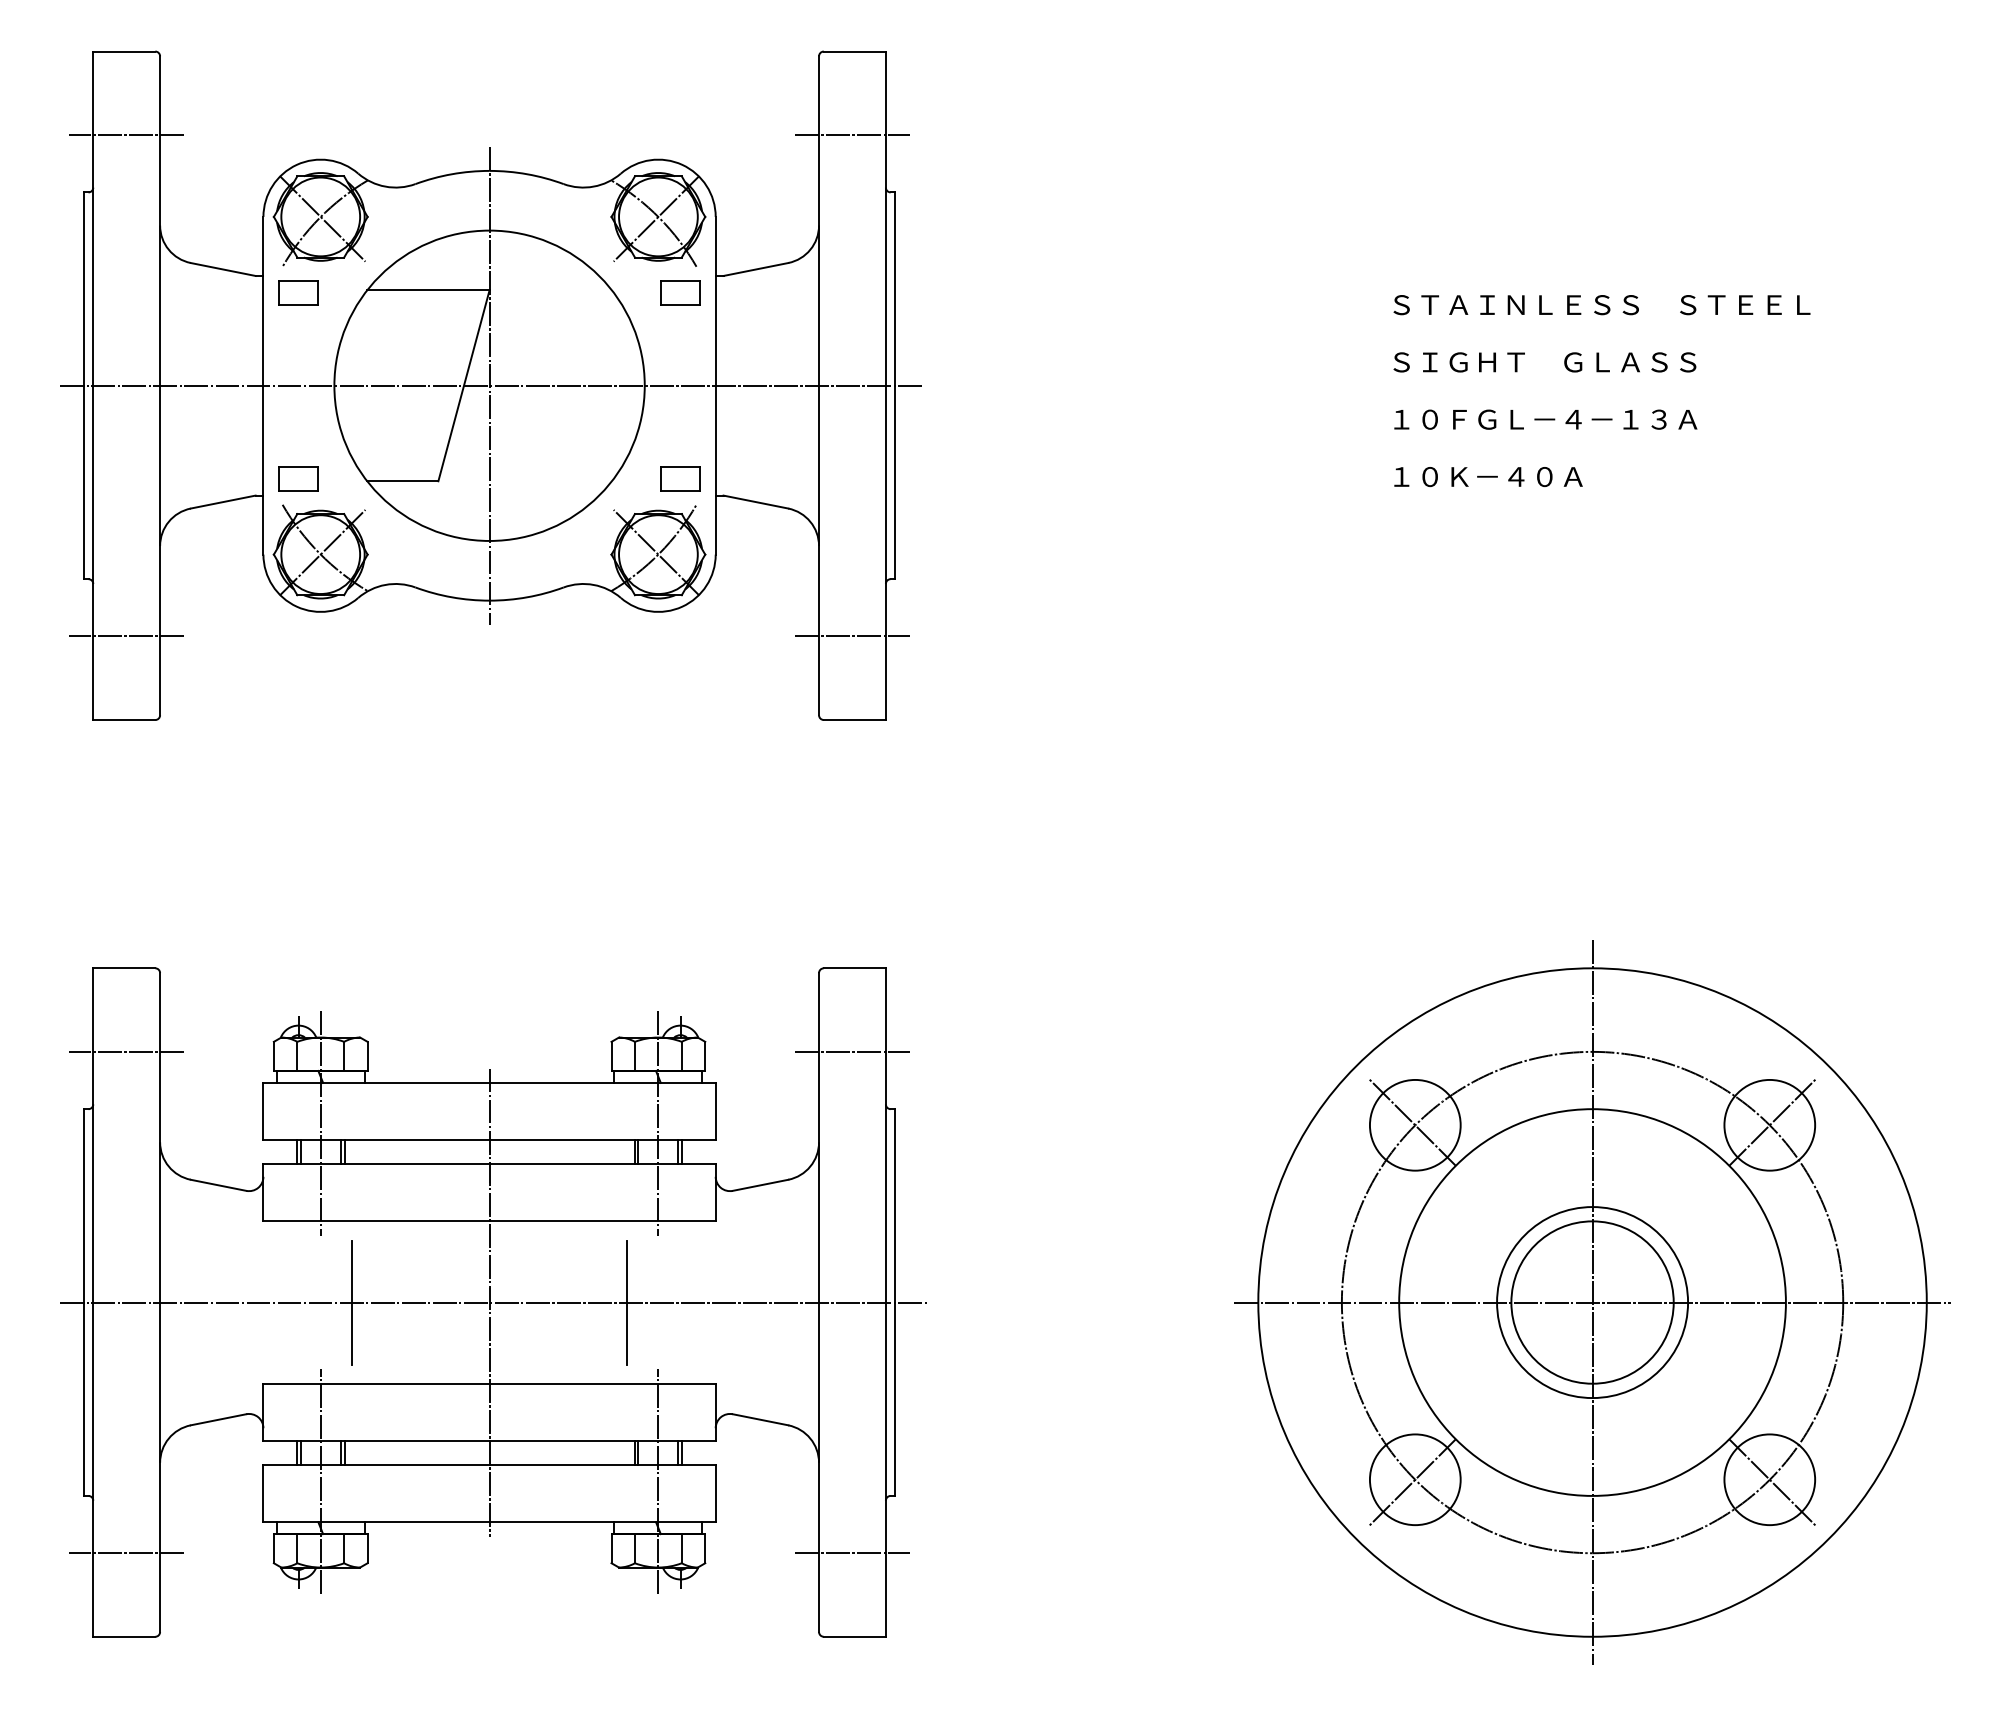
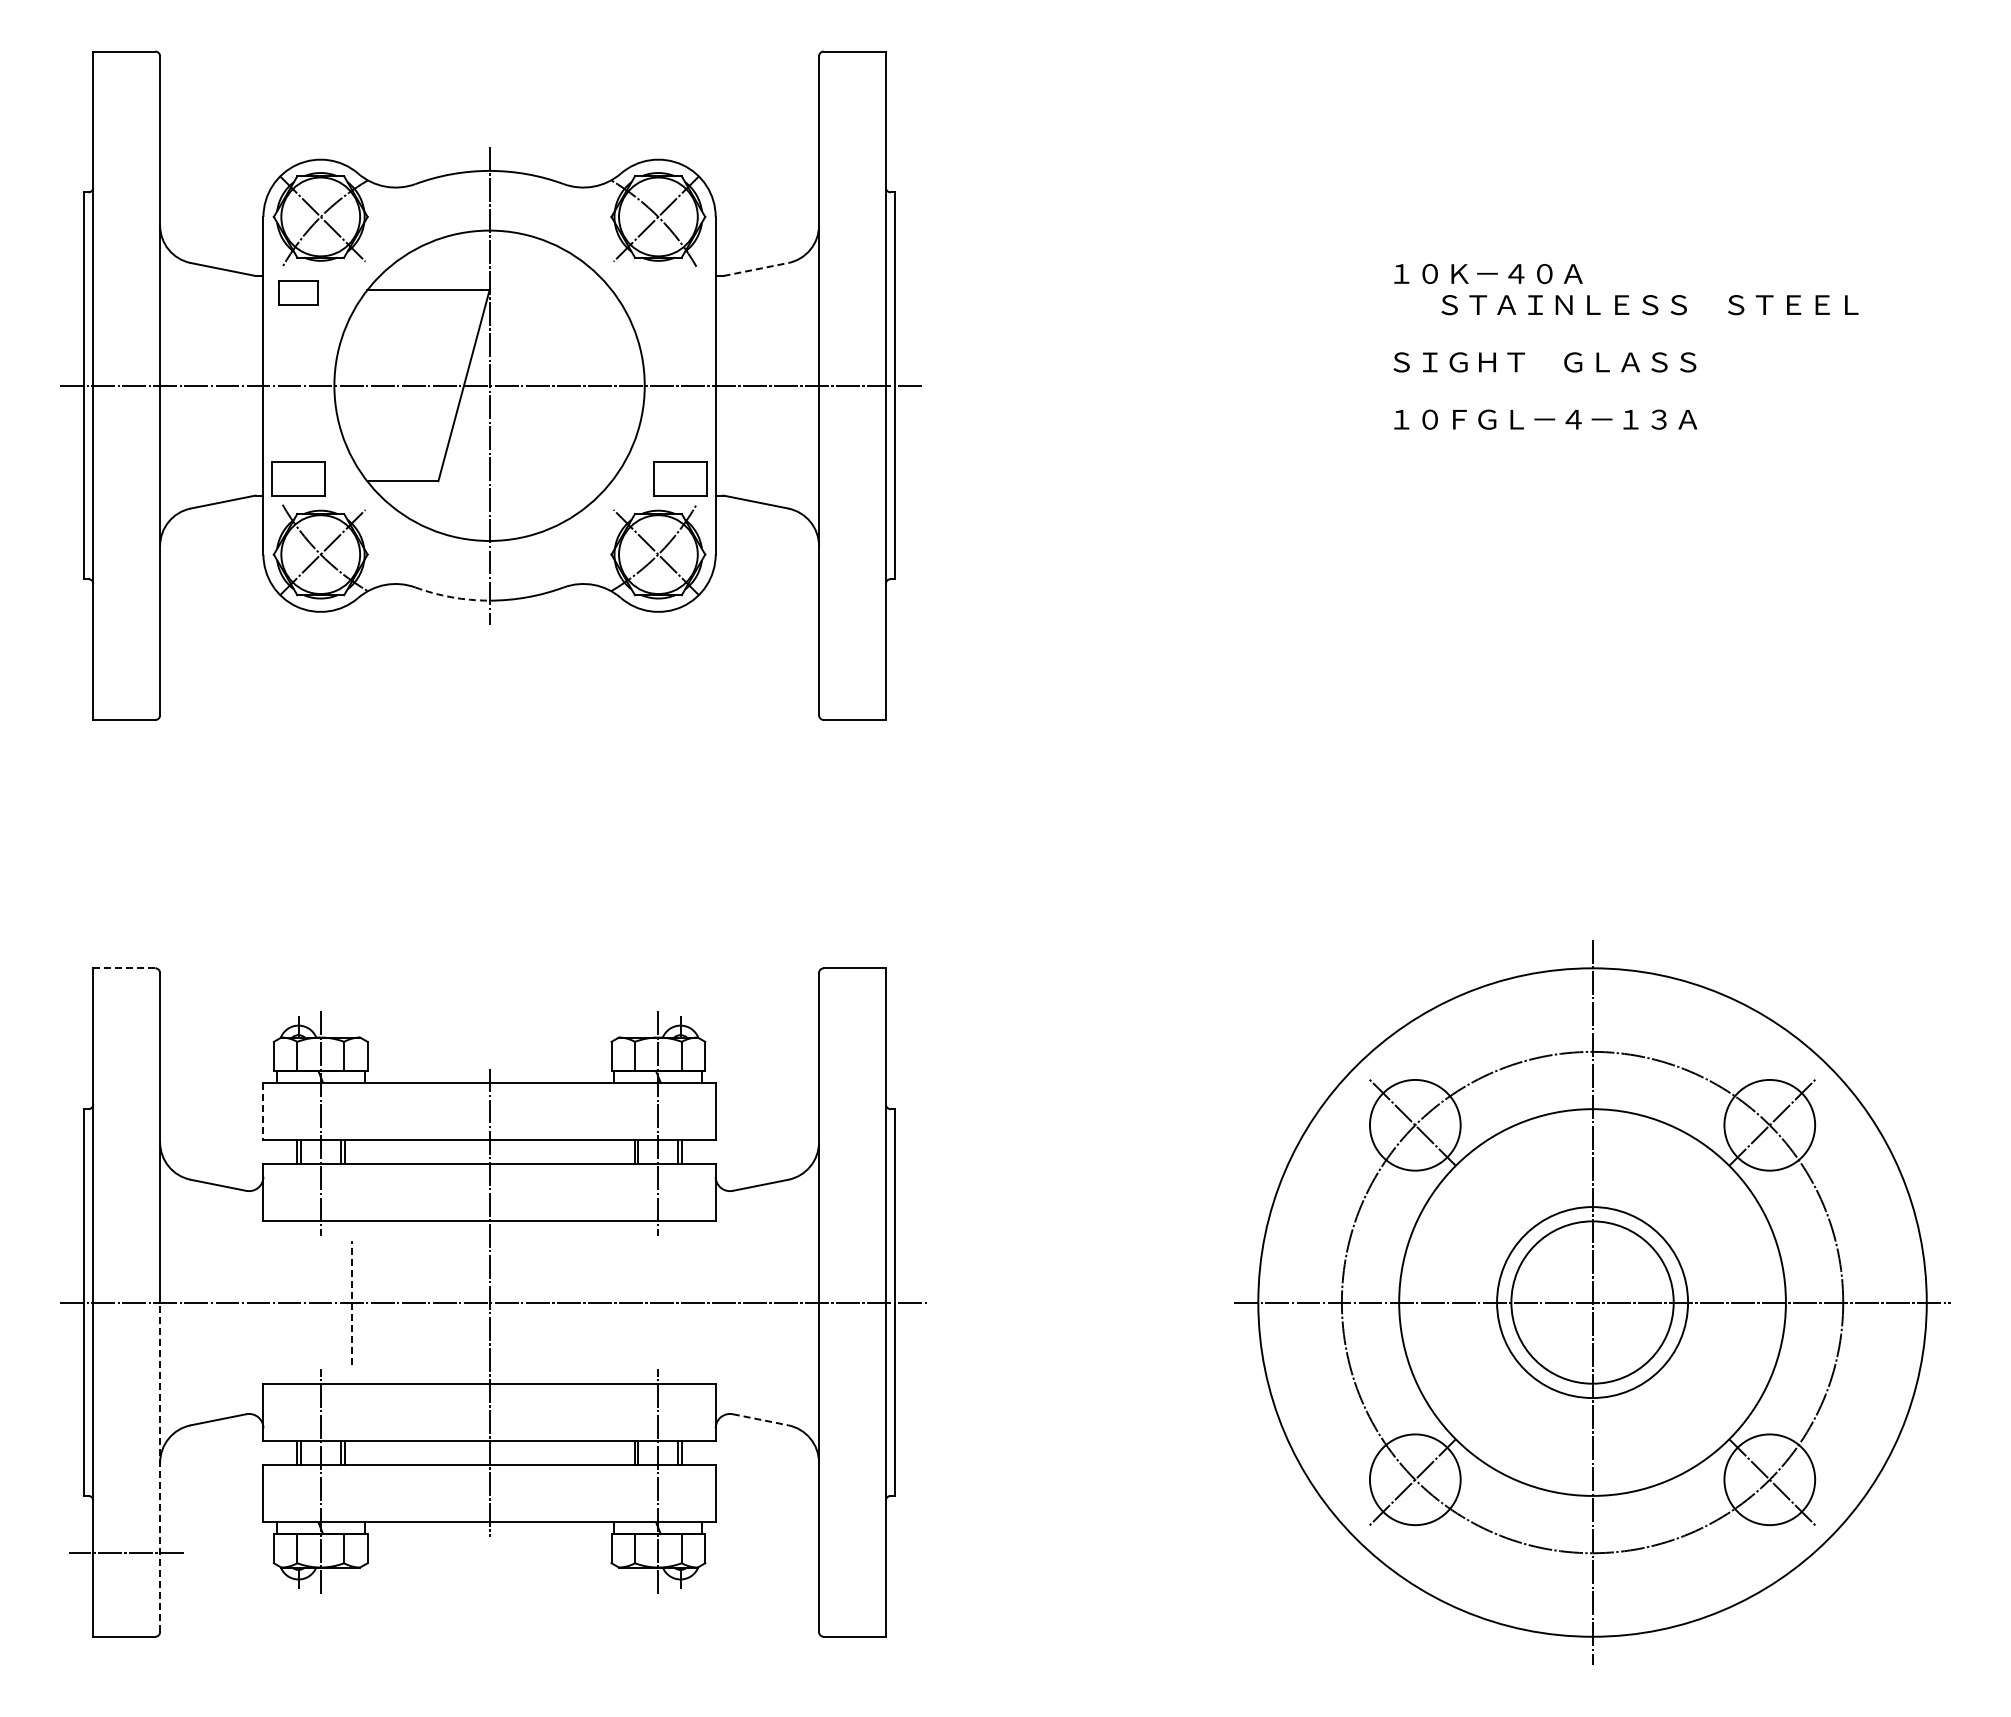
line at (126, 135): present -> none
line at (852, 135): present -> none
line at (756, 269): solid -> dashed
part at (680, 292): present -> none
text at (1601, 305) position: (1601, 305) -> (1649, 305)
text at (1488, 477) position: (1488, 477) -> (1488, 274)
part at (298, 478) size: 41x26 px -> 55x36 px
part at (680, 478) size: 41x26 px -> 55x36 px
arc at (451, 597): solid -> dashed
line at (126, 636): present -> none
line at (852, 636): present -> none
line at (124, 968): solid -> dashed
line at (126, 1051): present -> none
line at (852, 1051): present -> none
line at (263, 1111): solid -> dashed
line at (351, 1302): solid -> dashed
line at (627, 1302): present -> none
line at (761, 1419): solid -> dashed
line at (160, 1467): solid -> dashed
line at (852, 1553): present -> none
